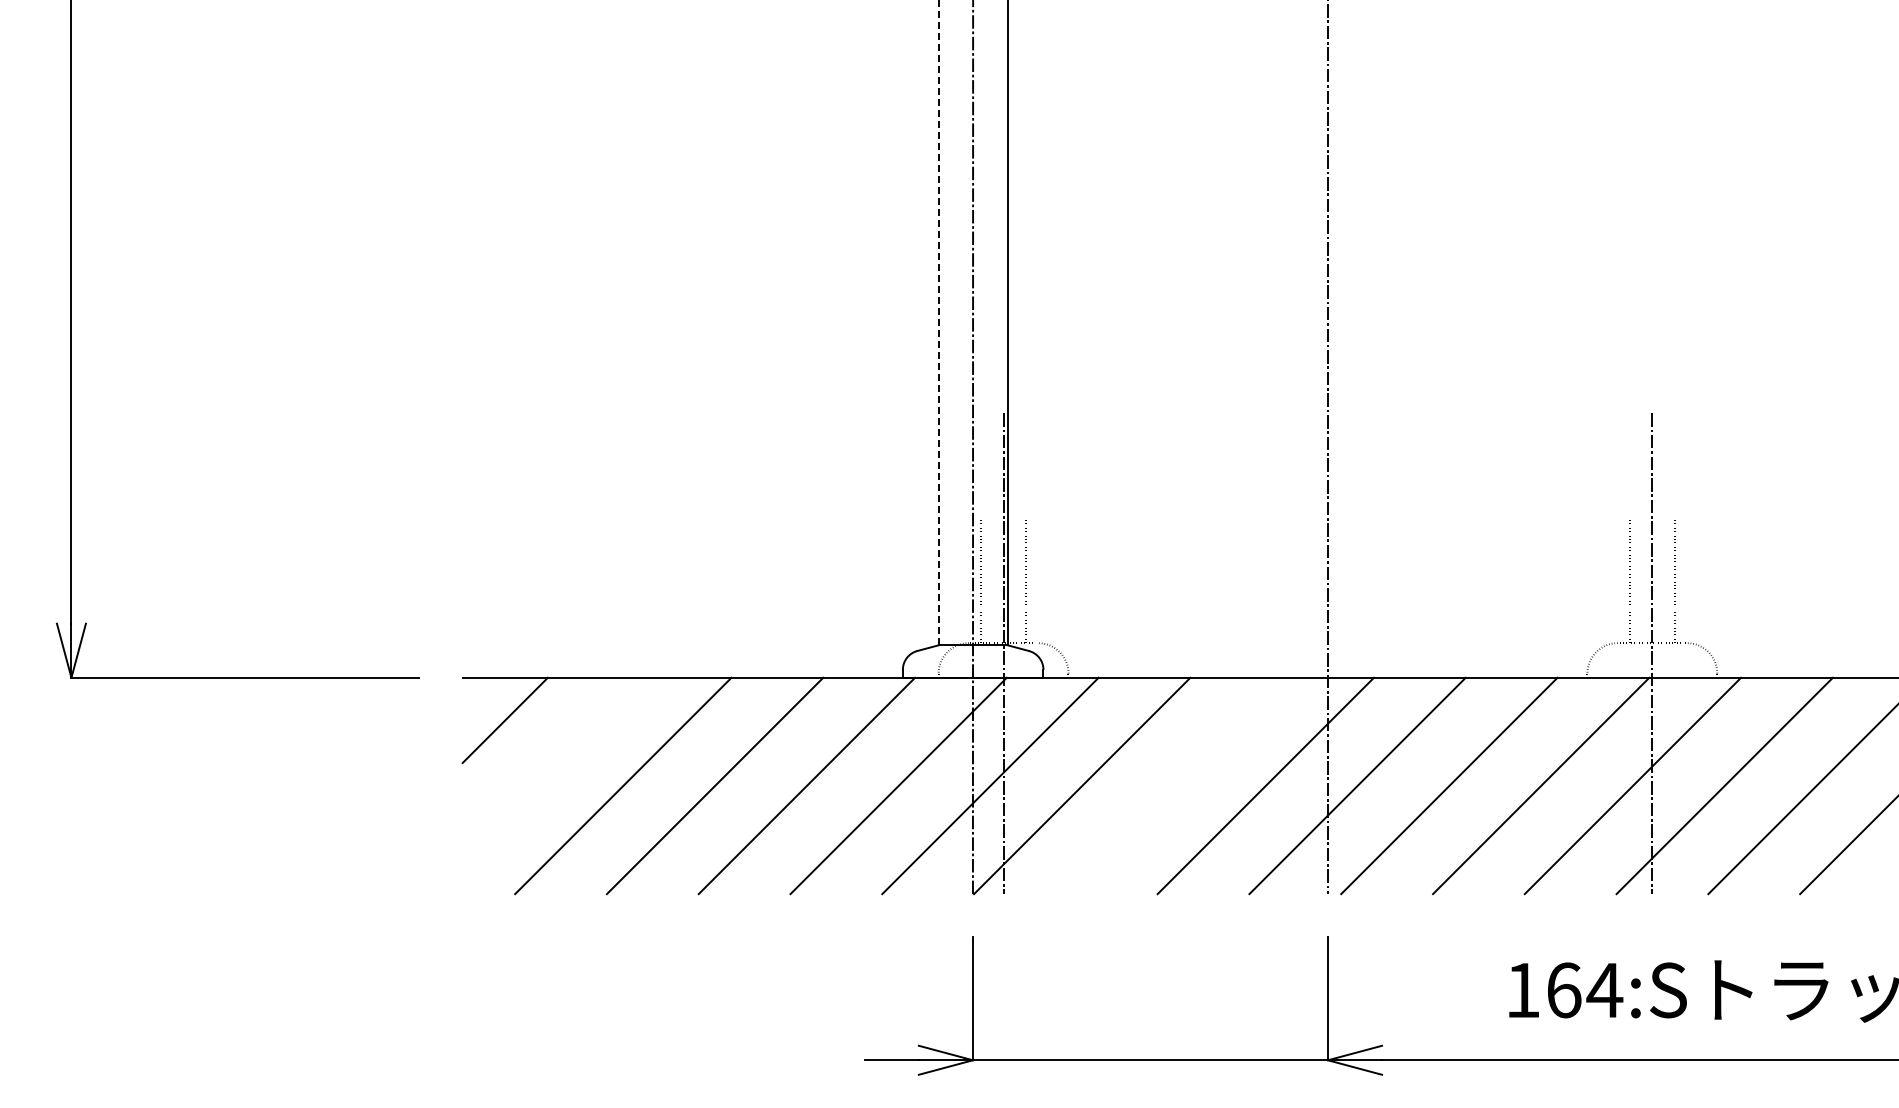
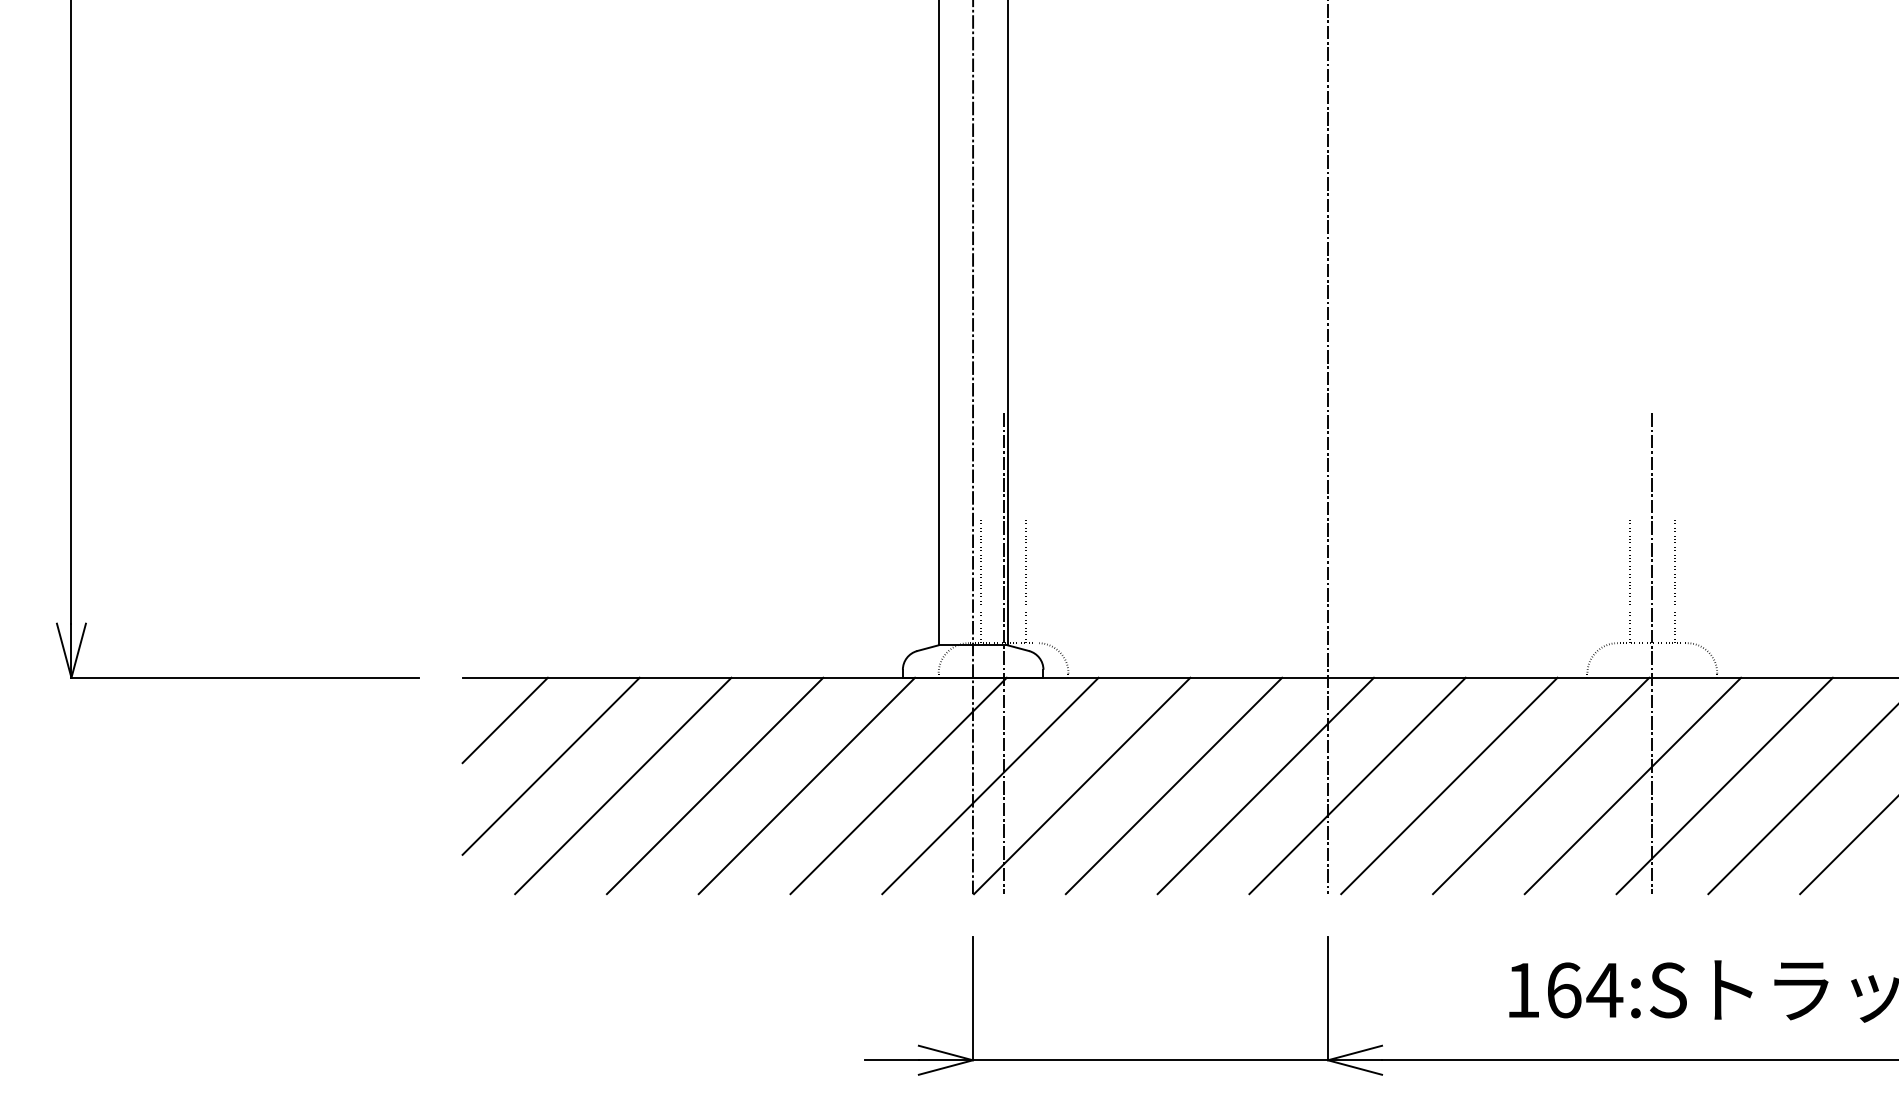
line at (938, 322): dashed -> solid
line at (550, 765): none -> present
line at (1173, 785): none -> present
